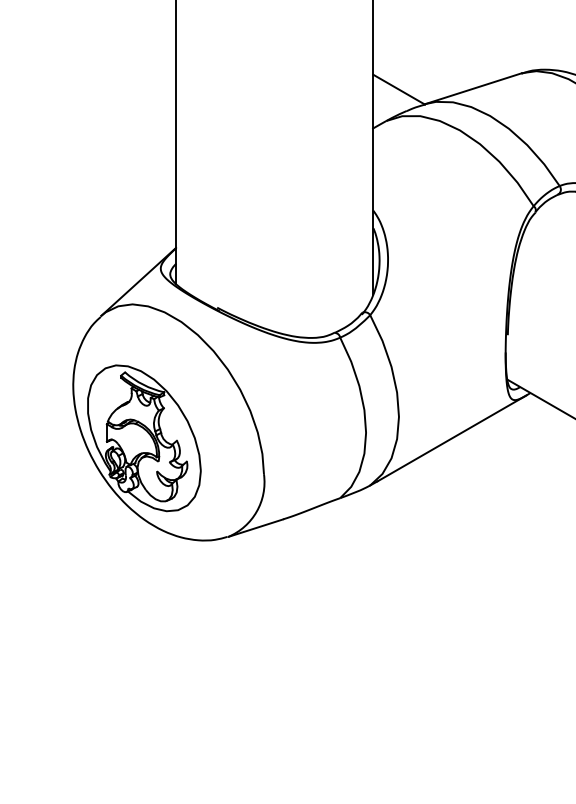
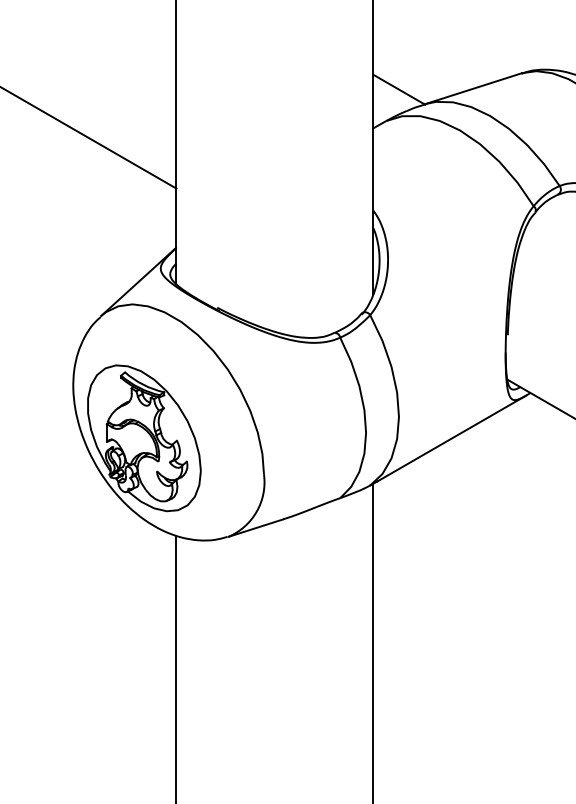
line at (89, 138): none -> present
line at (373, 641): none -> present
line at (176, 667): none -> present
